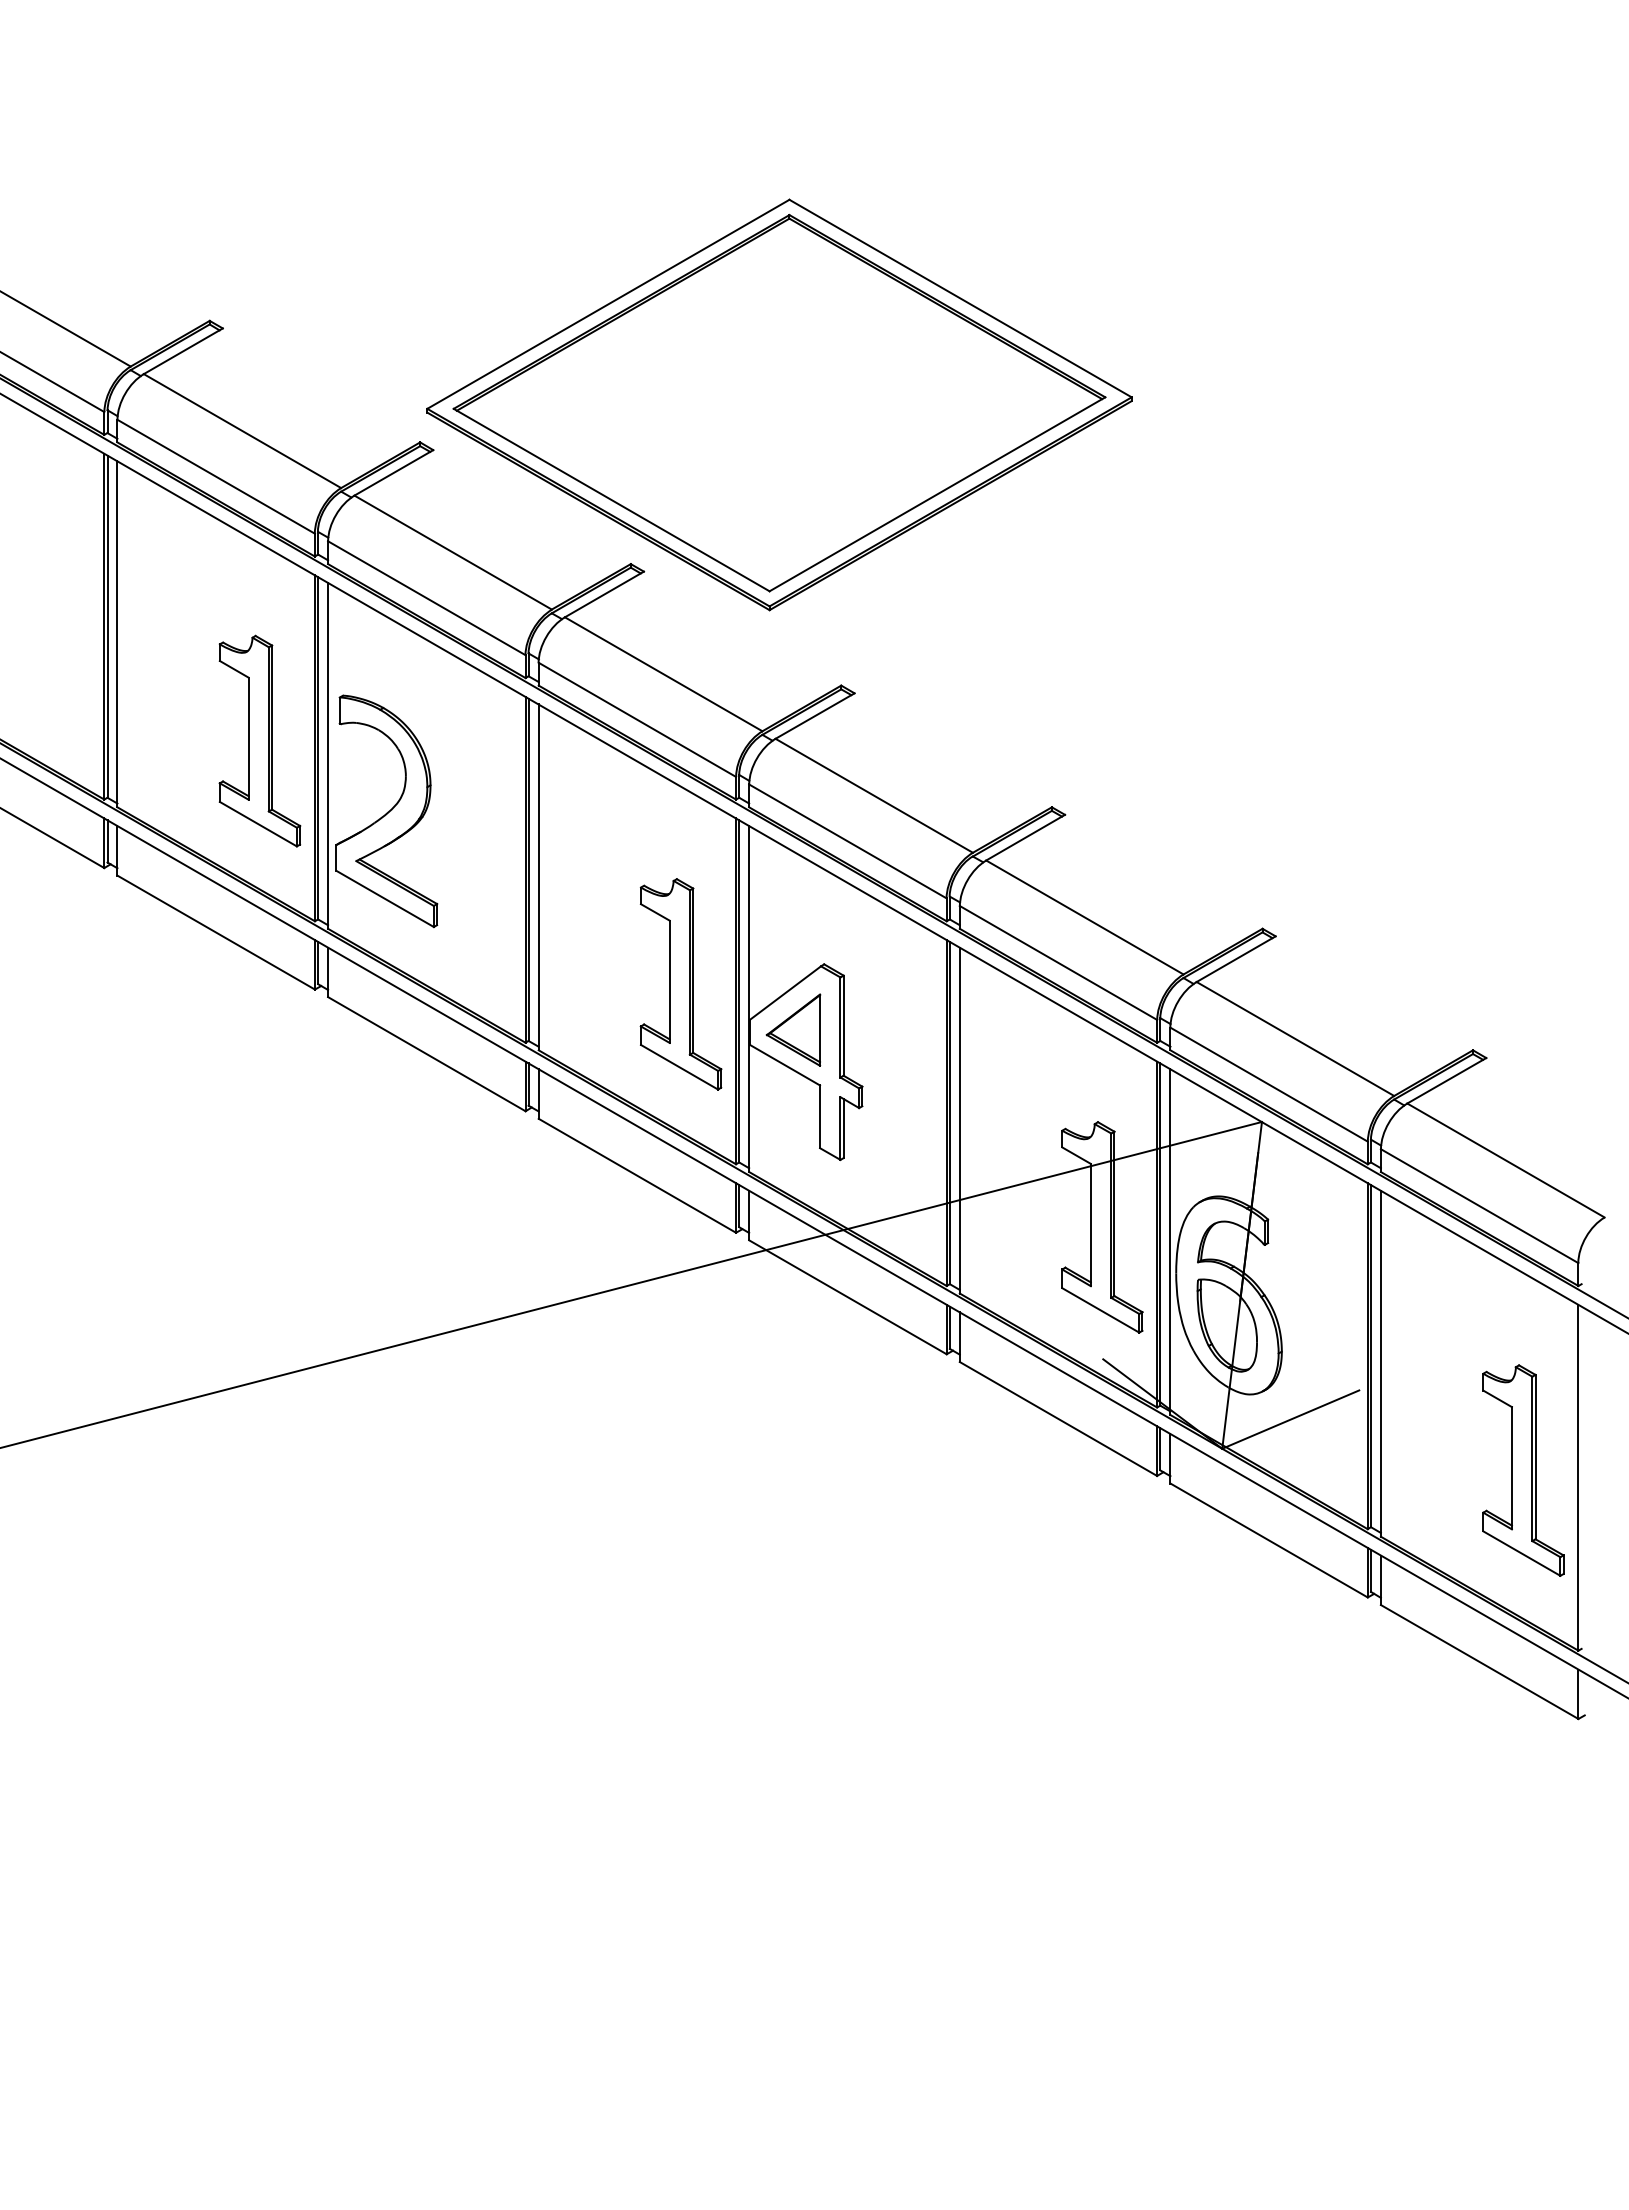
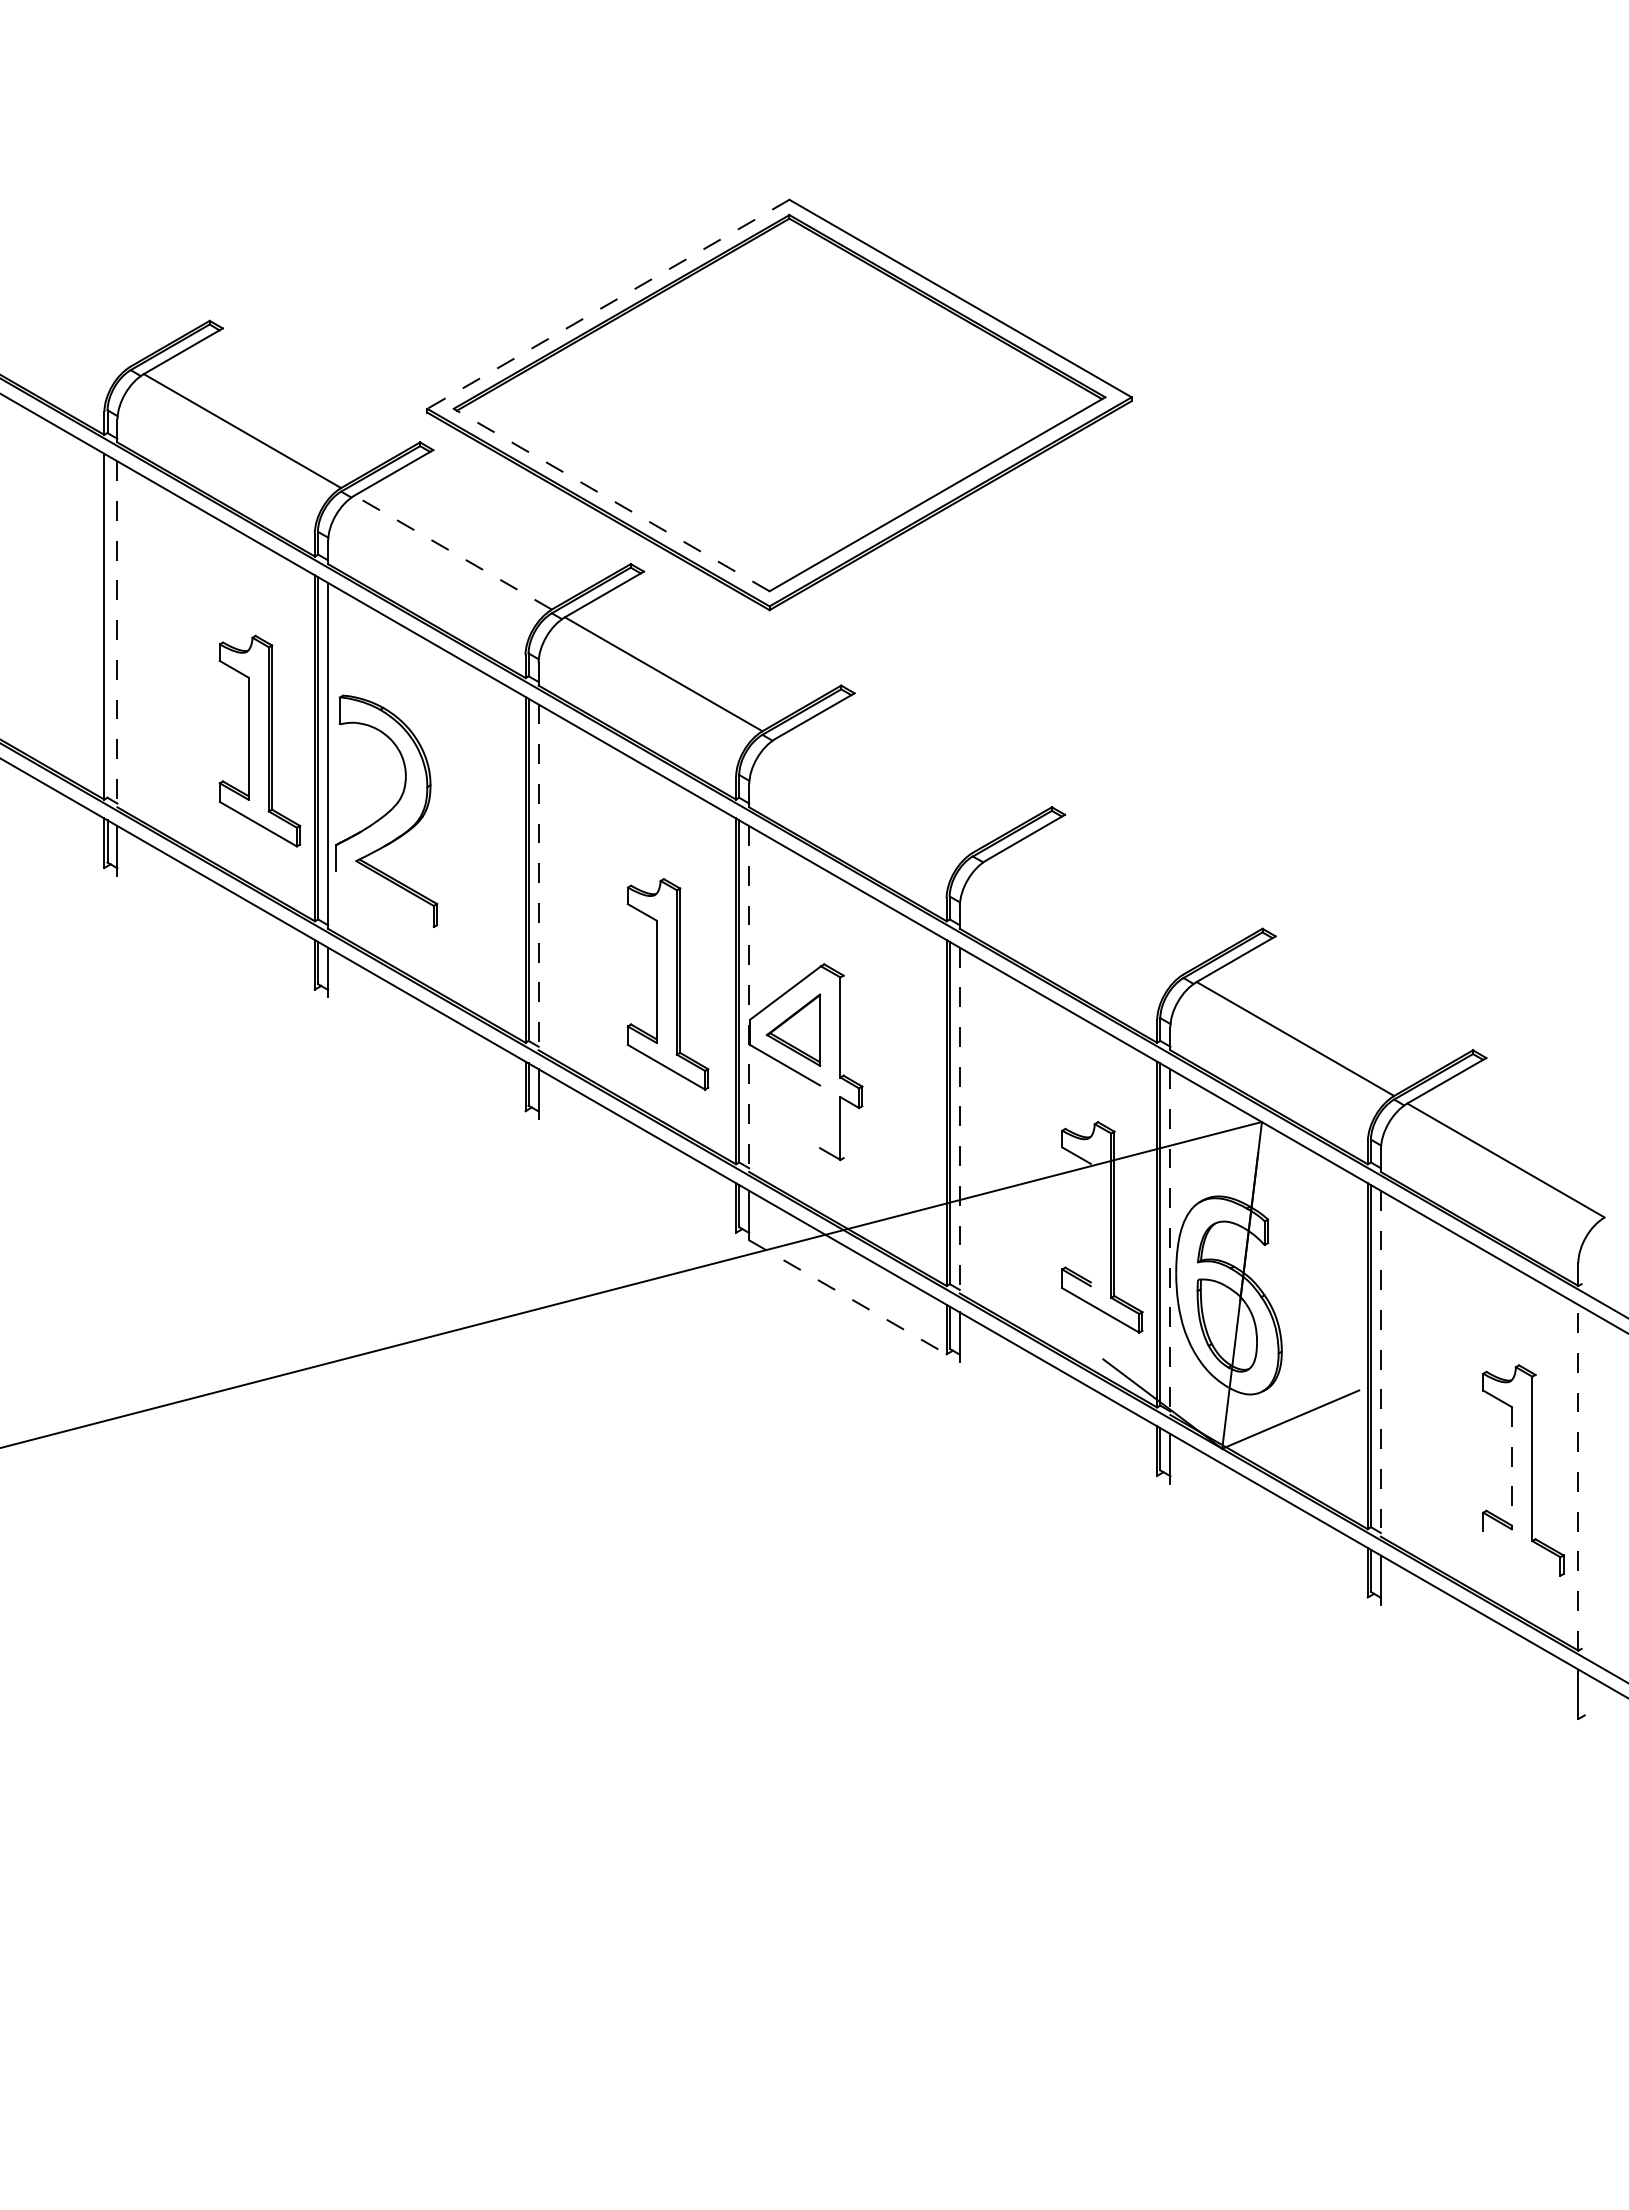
line at (607, 304): solid -> dashed
line at (66, 329): present -> none
line at (53, 382): present -> none
line at (215, 476): present -> none
line at (611, 499): solid -> dashed
line at (453, 552): solid -> dashed
line at (426, 598): present -> none
line at (107, 626): present -> none
line at (117, 634): solid -> dashed
line at (637, 719): present -> none
line at (873, 795): present -> none
line at (53, 838): present -> none
line at (847, 841): present -> none
line at (538, 877): solid -> dashed
line at (384, 898): present -> none
line at (1084, 917): present -> none
line at (215, 932): present -> none
line at (1058, 962): present -> none
part at (680, 984) position: (680, 984) -> (667, 984)
line at (749, 999): solid -> dashed
line at (843, 1025): present -> none
line at (426, 1054): present -> none
line at (1268, 1084): present -> none
line at (820, 1116): present -> none
line at (959, 1120): solid -> dashed
line at (843, 1128): present -> none
line at (637, 1175): present -> none
line at (1479, 1206): present -> none
line at (1090, 1224): present -> none
line at (1170, 1242): solid -> dashed
line at (848, 1297): solid -> dashed
line at (1380, 1363): solid -> dashed
line at (1058, 1418): present -> none
line at (1535, 1456): present -> none
line at (1511, 1468): solid -> dashed
line at (1578, 1477): solid -> dashed
line at (1268, 1540): present -> none
line at (1521, 1553): present -> none
line at (1479, 1661): present -> none
